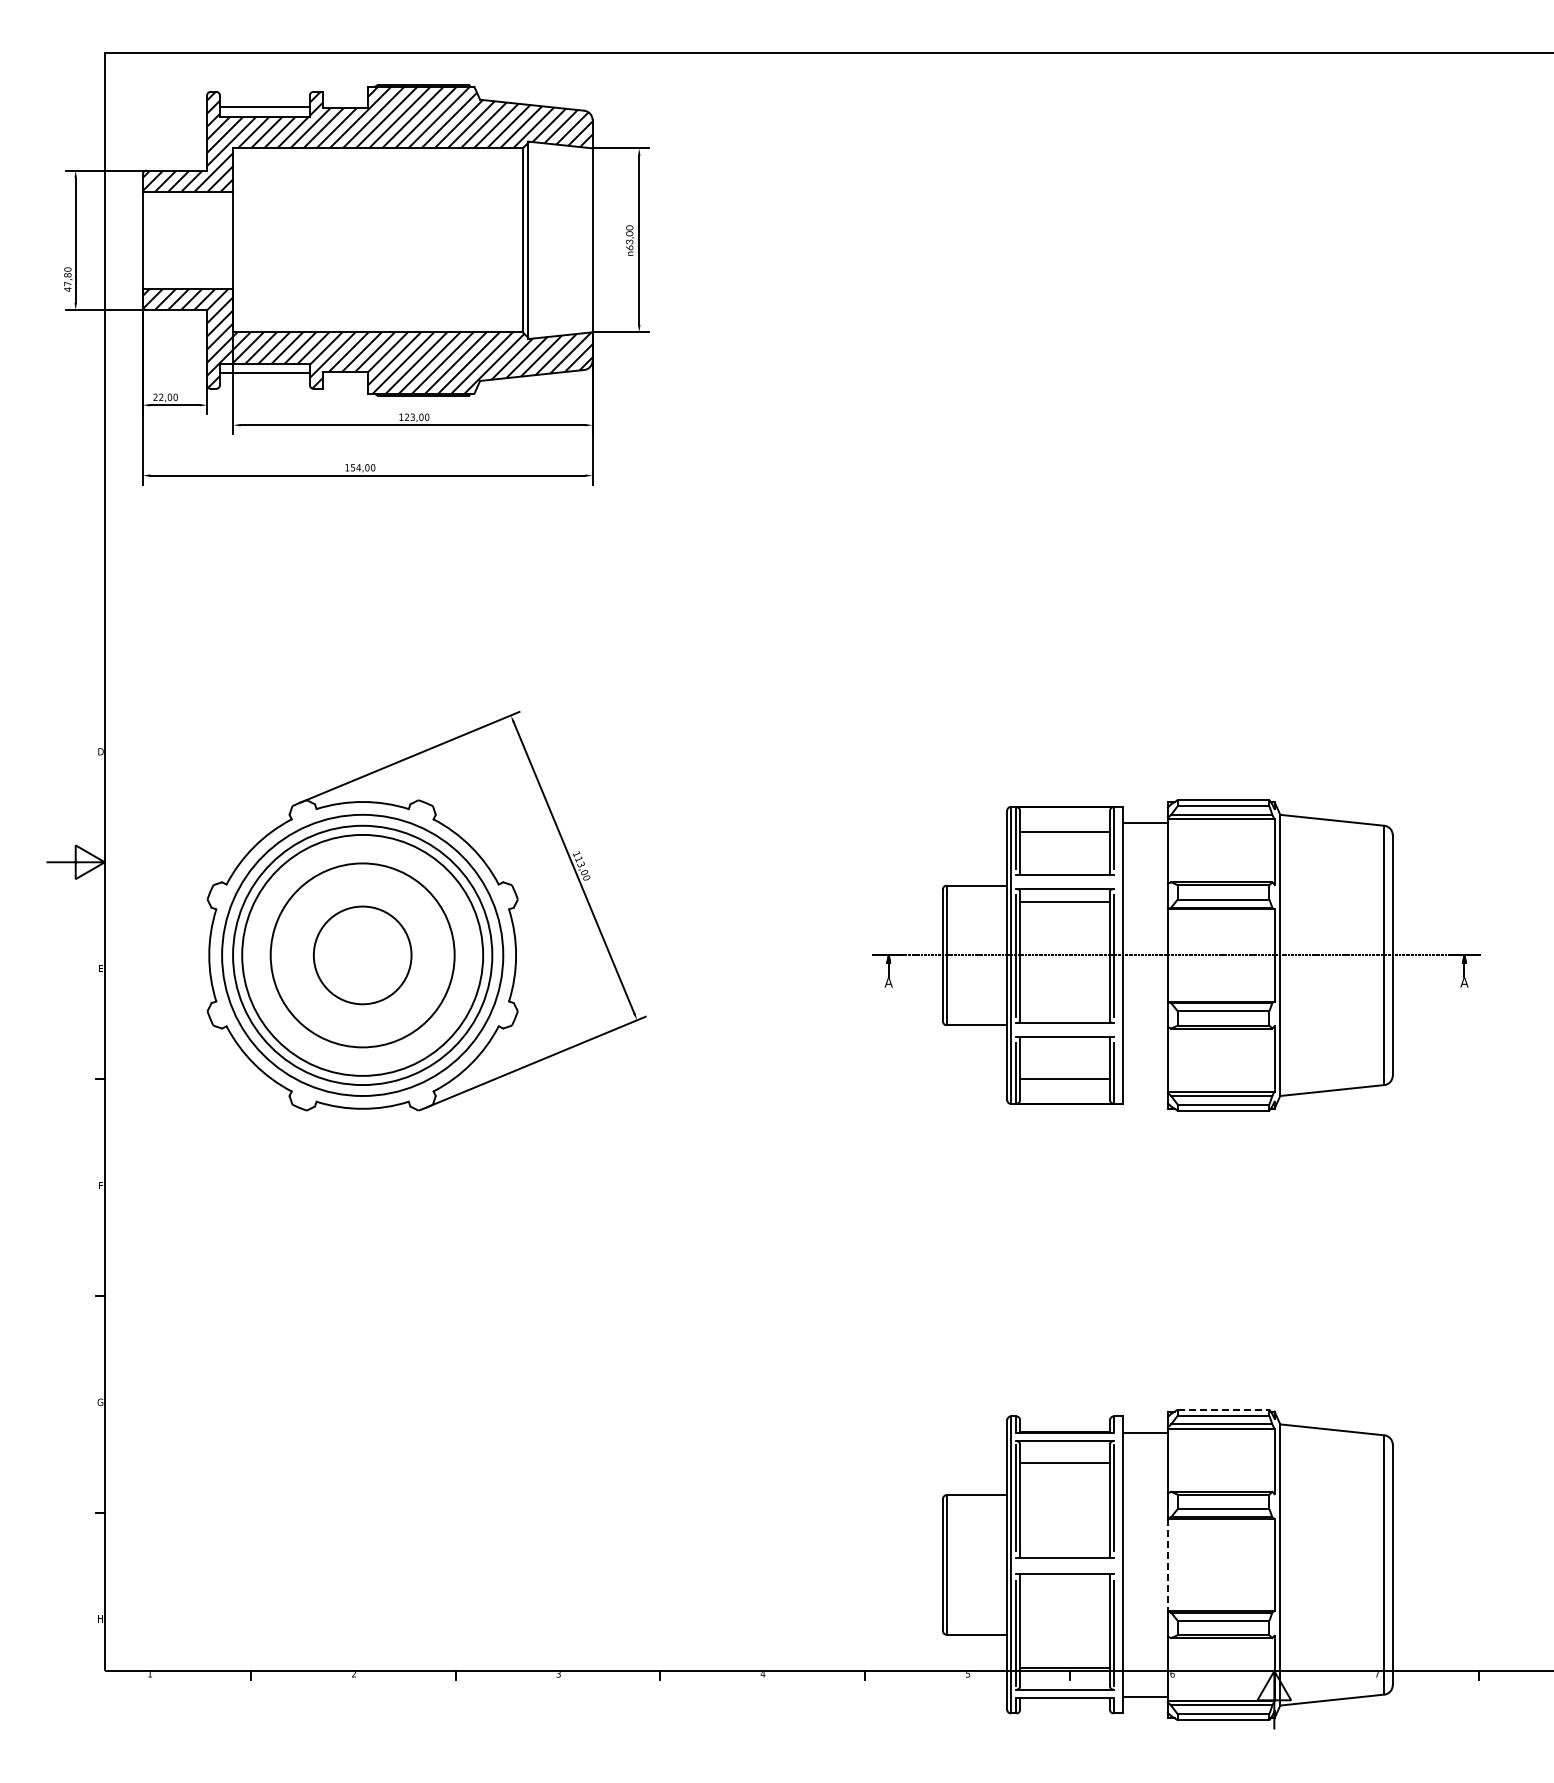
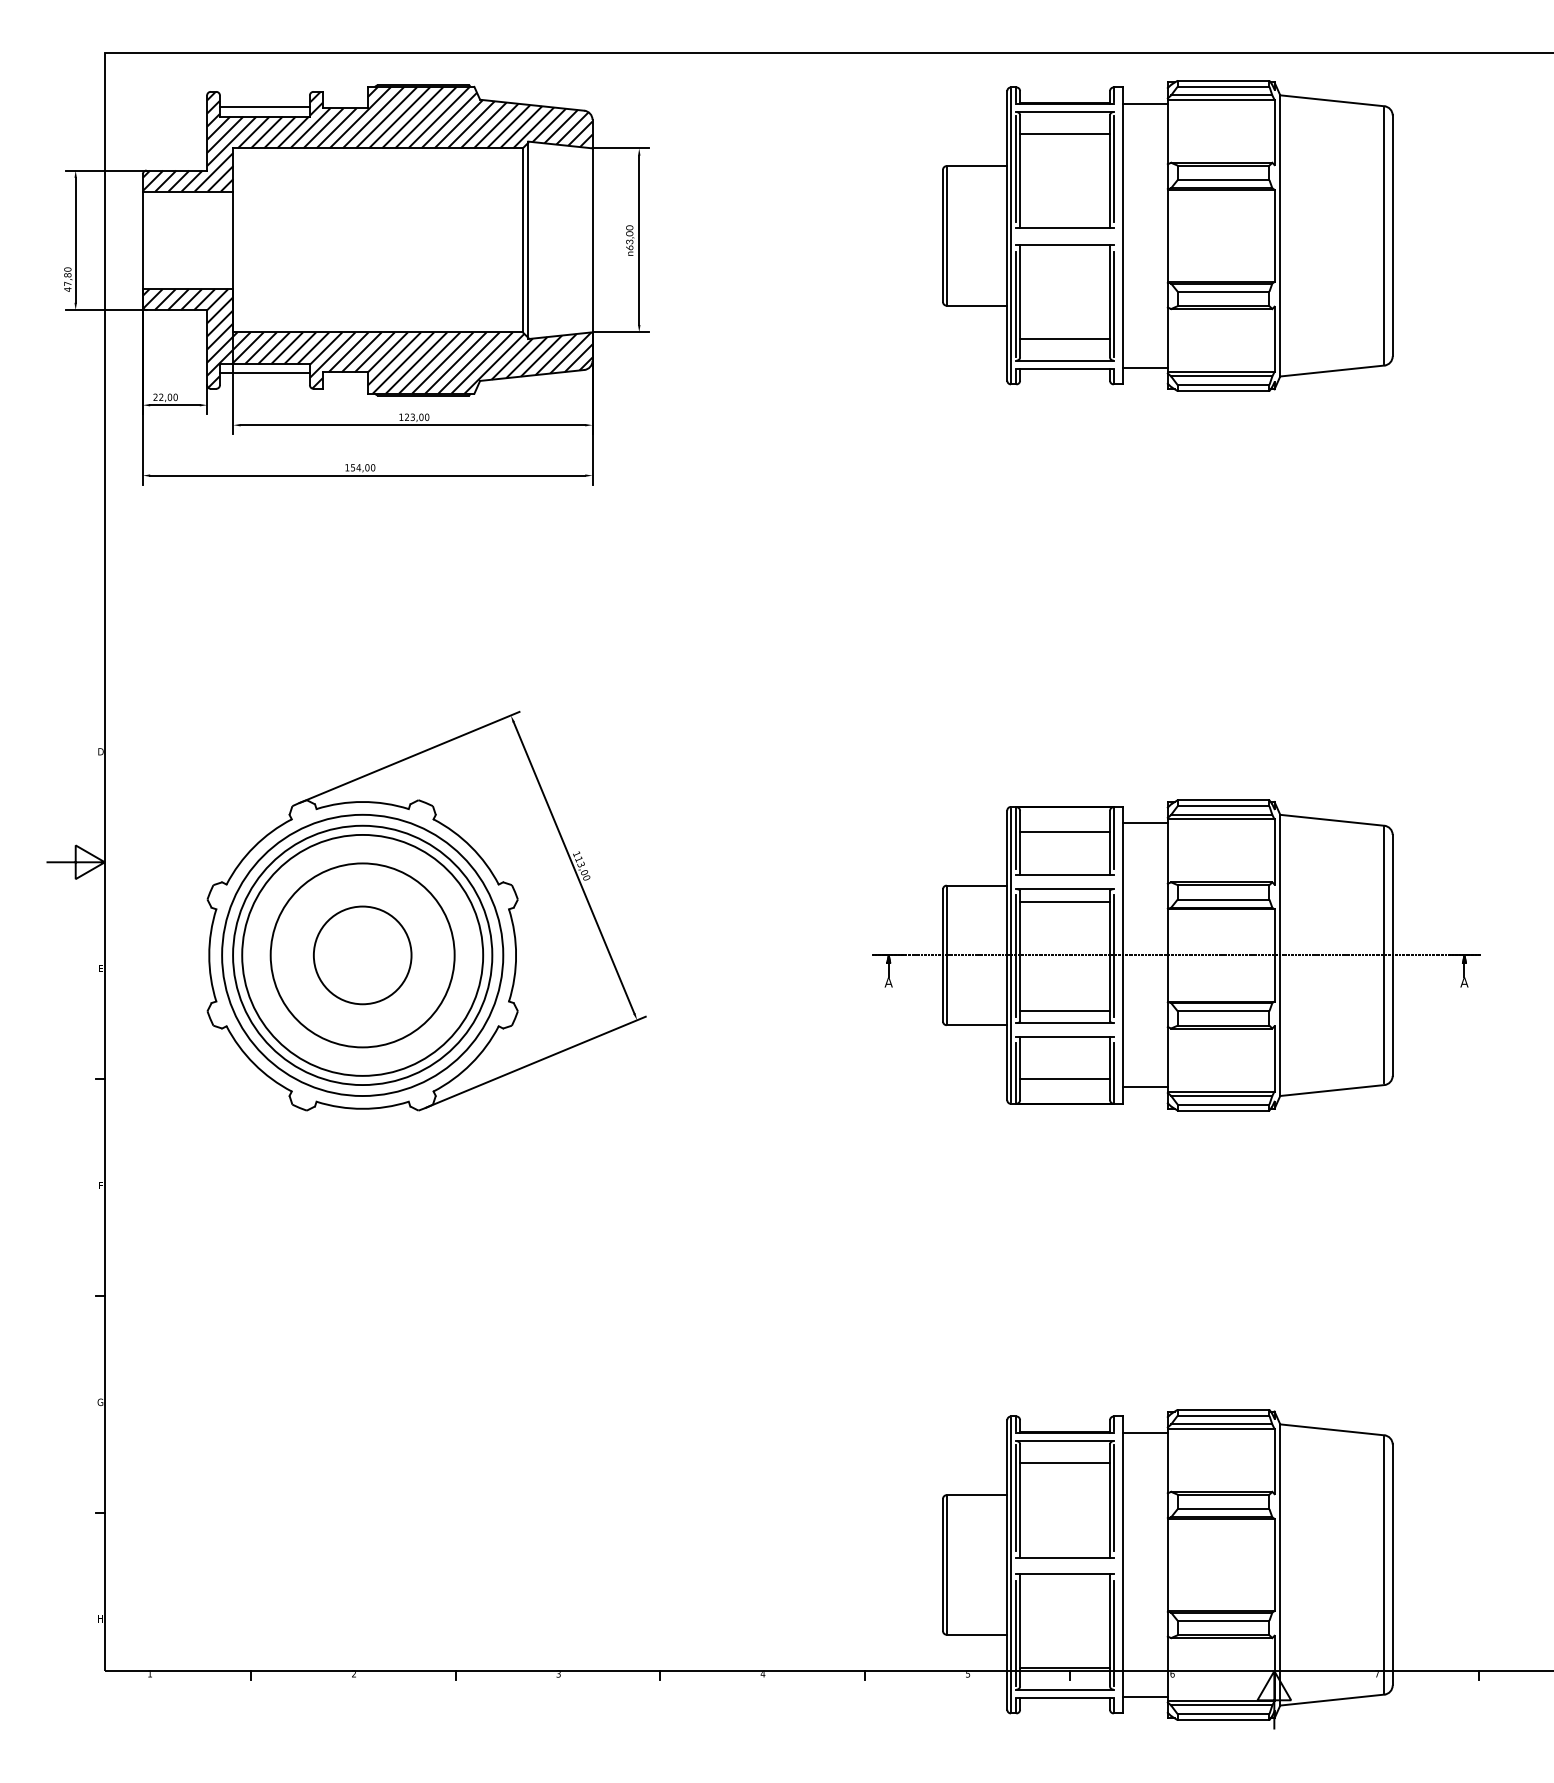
part at (1167, 235): none -> present
line at (1065, 1010): none -> present
line at (1144, 1087): none -> present
line at (1223, 1409): dashed -> solid
line at (1167, 1565): dashed -> solid
